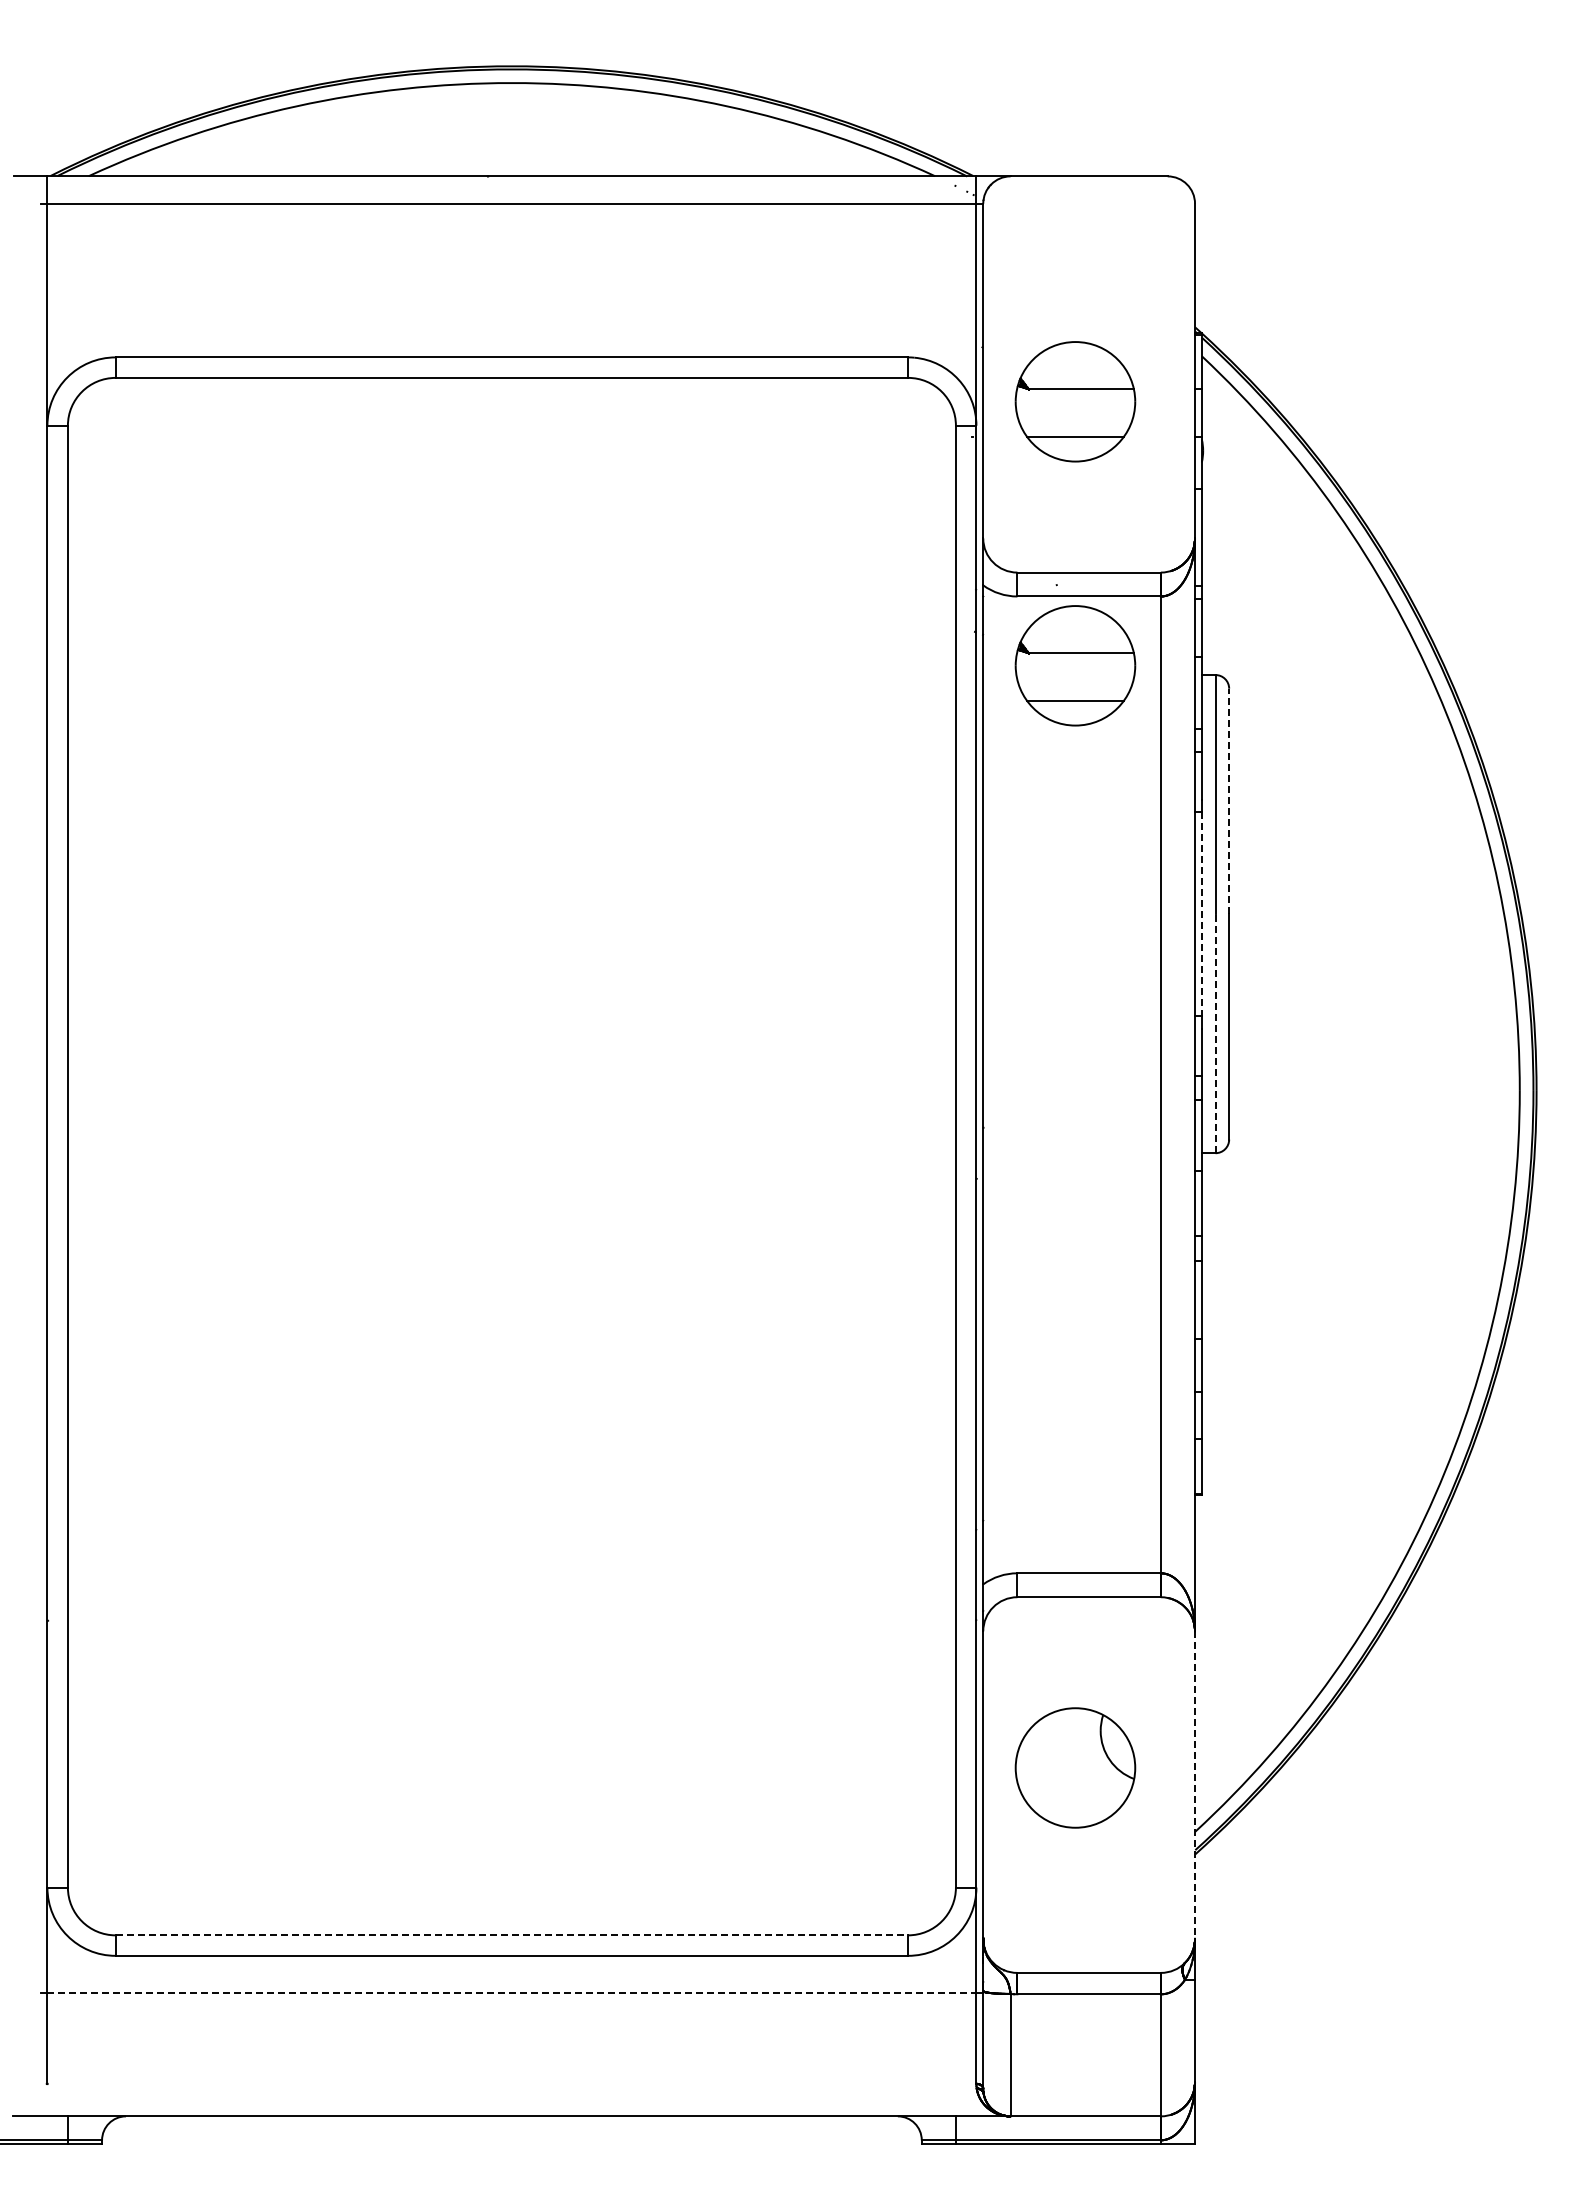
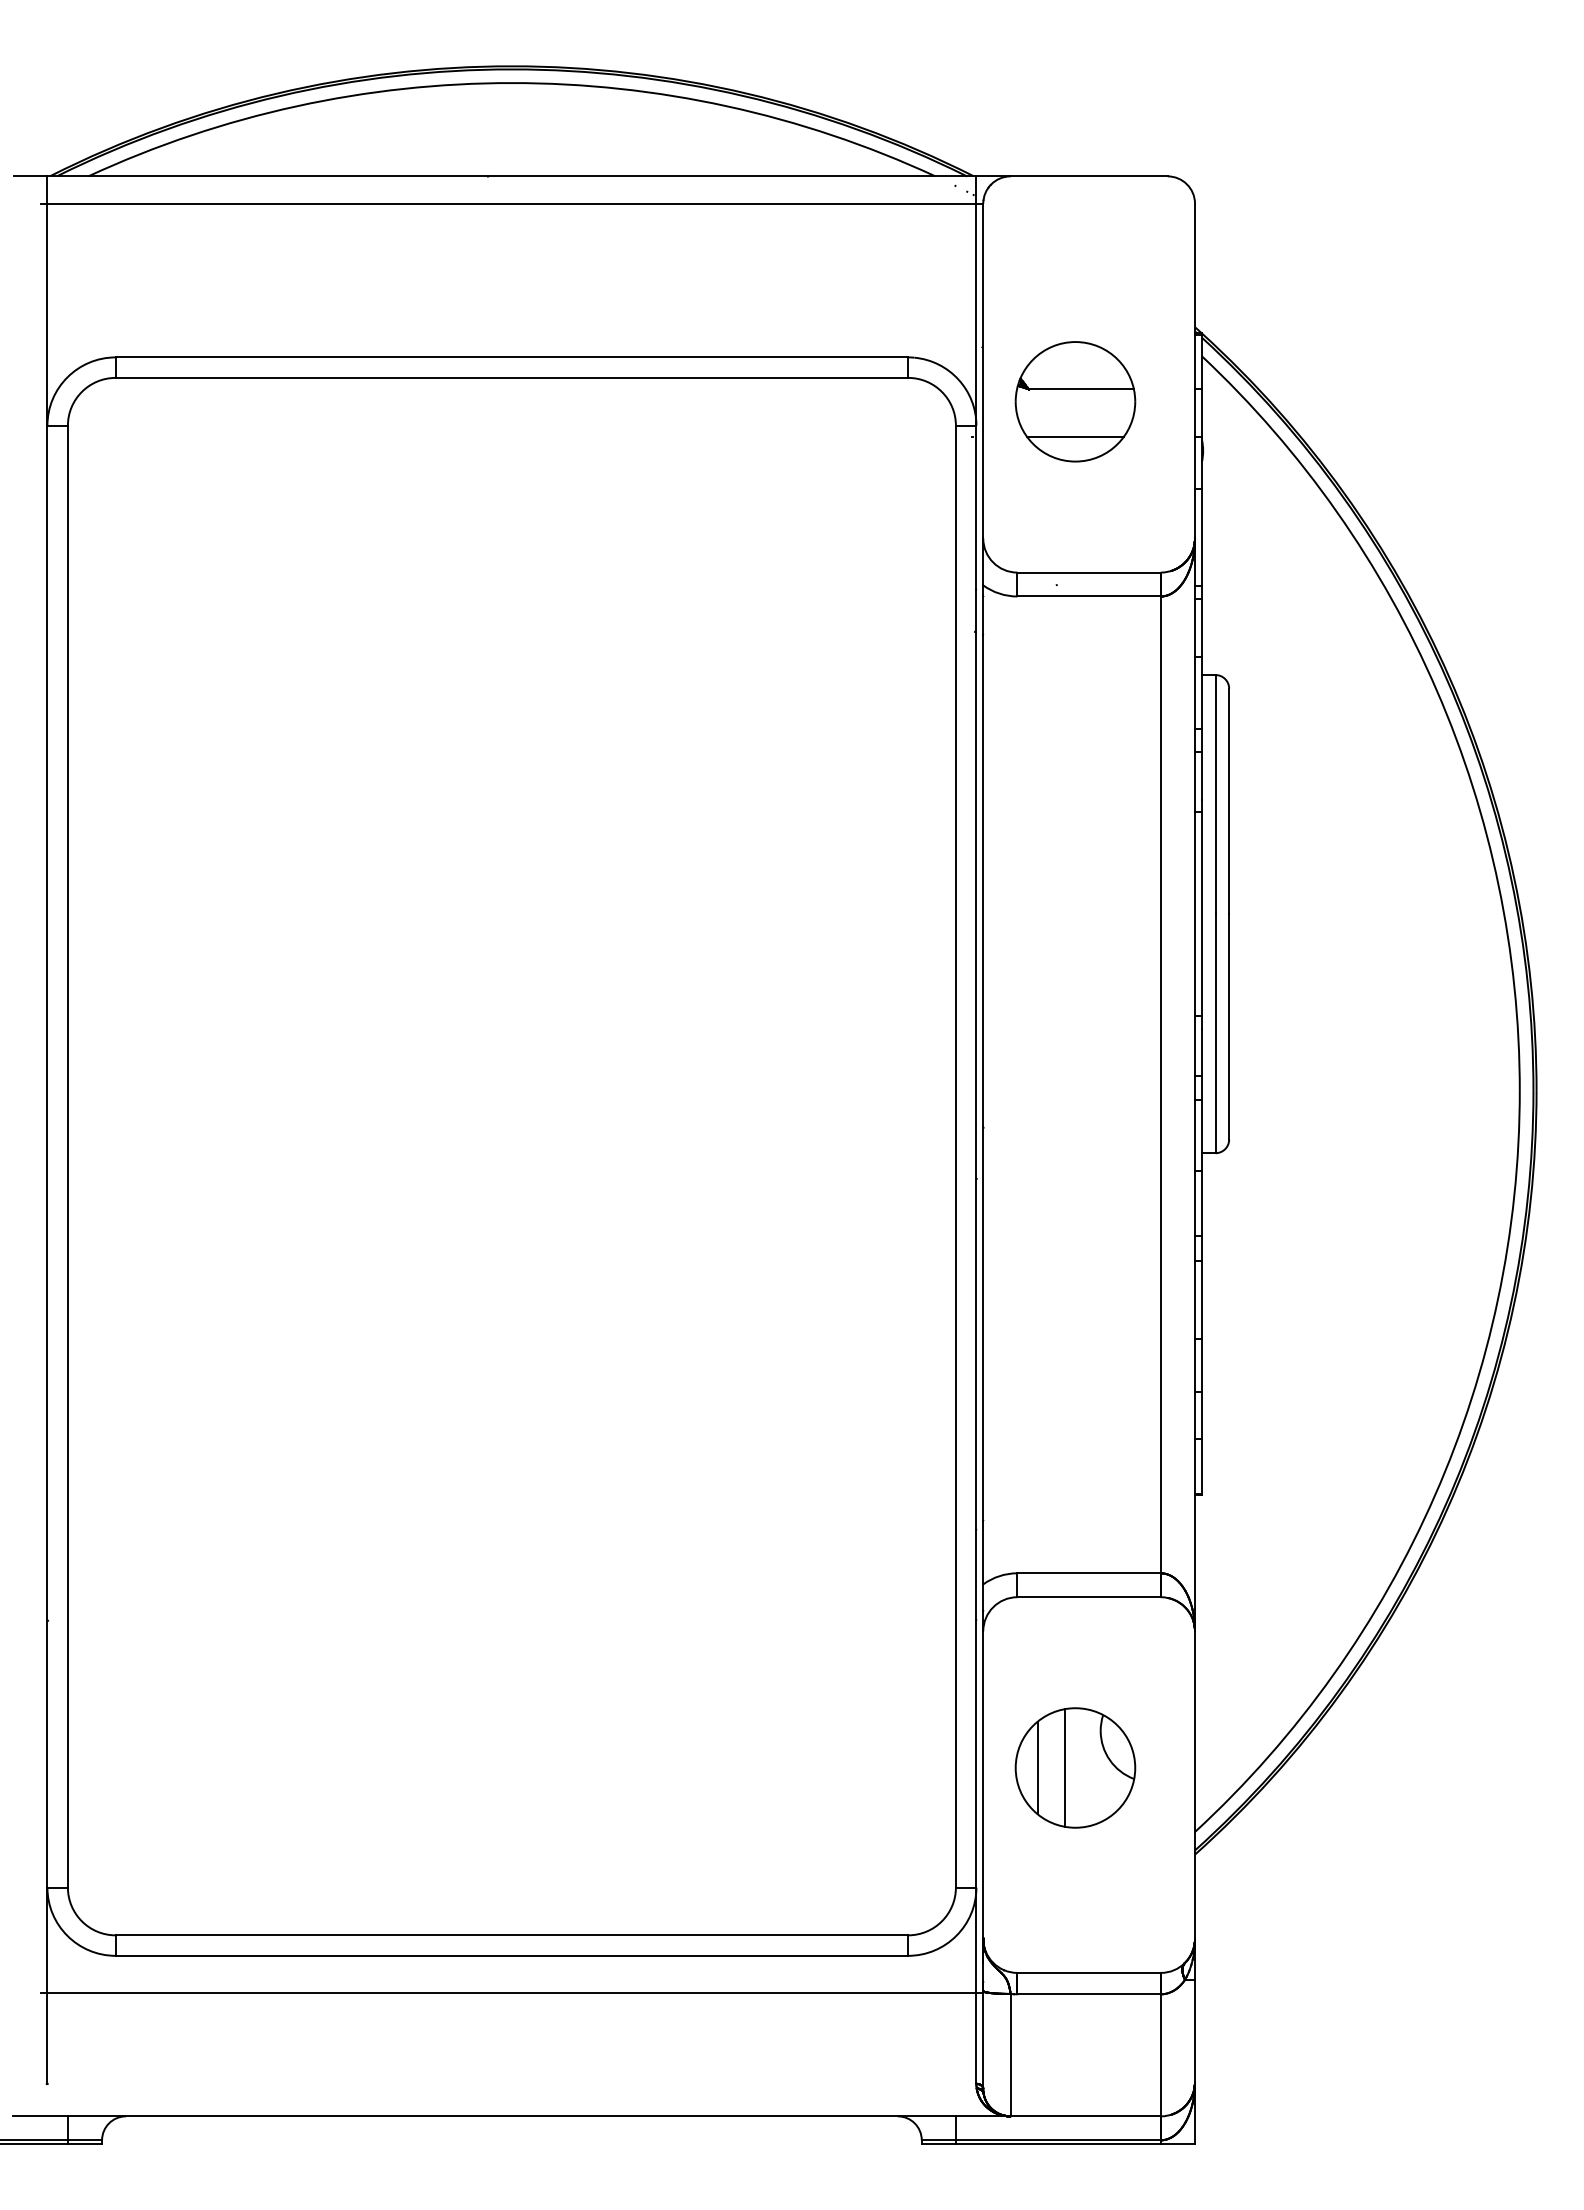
part at (1075, 665): present -> none
line at (1229, 801): dashed -> solid
line at (1201, 914): dashed -> solid
line at (1215, 1033): dashed -> solid
line at (1037, 1767): none -> present
line at (1065, 1767): none -> present
line at (1195, 1785): dashed -> solid
line at (512, 1935): dashed -> solid
line at (511, 1993): dashed -> solid
